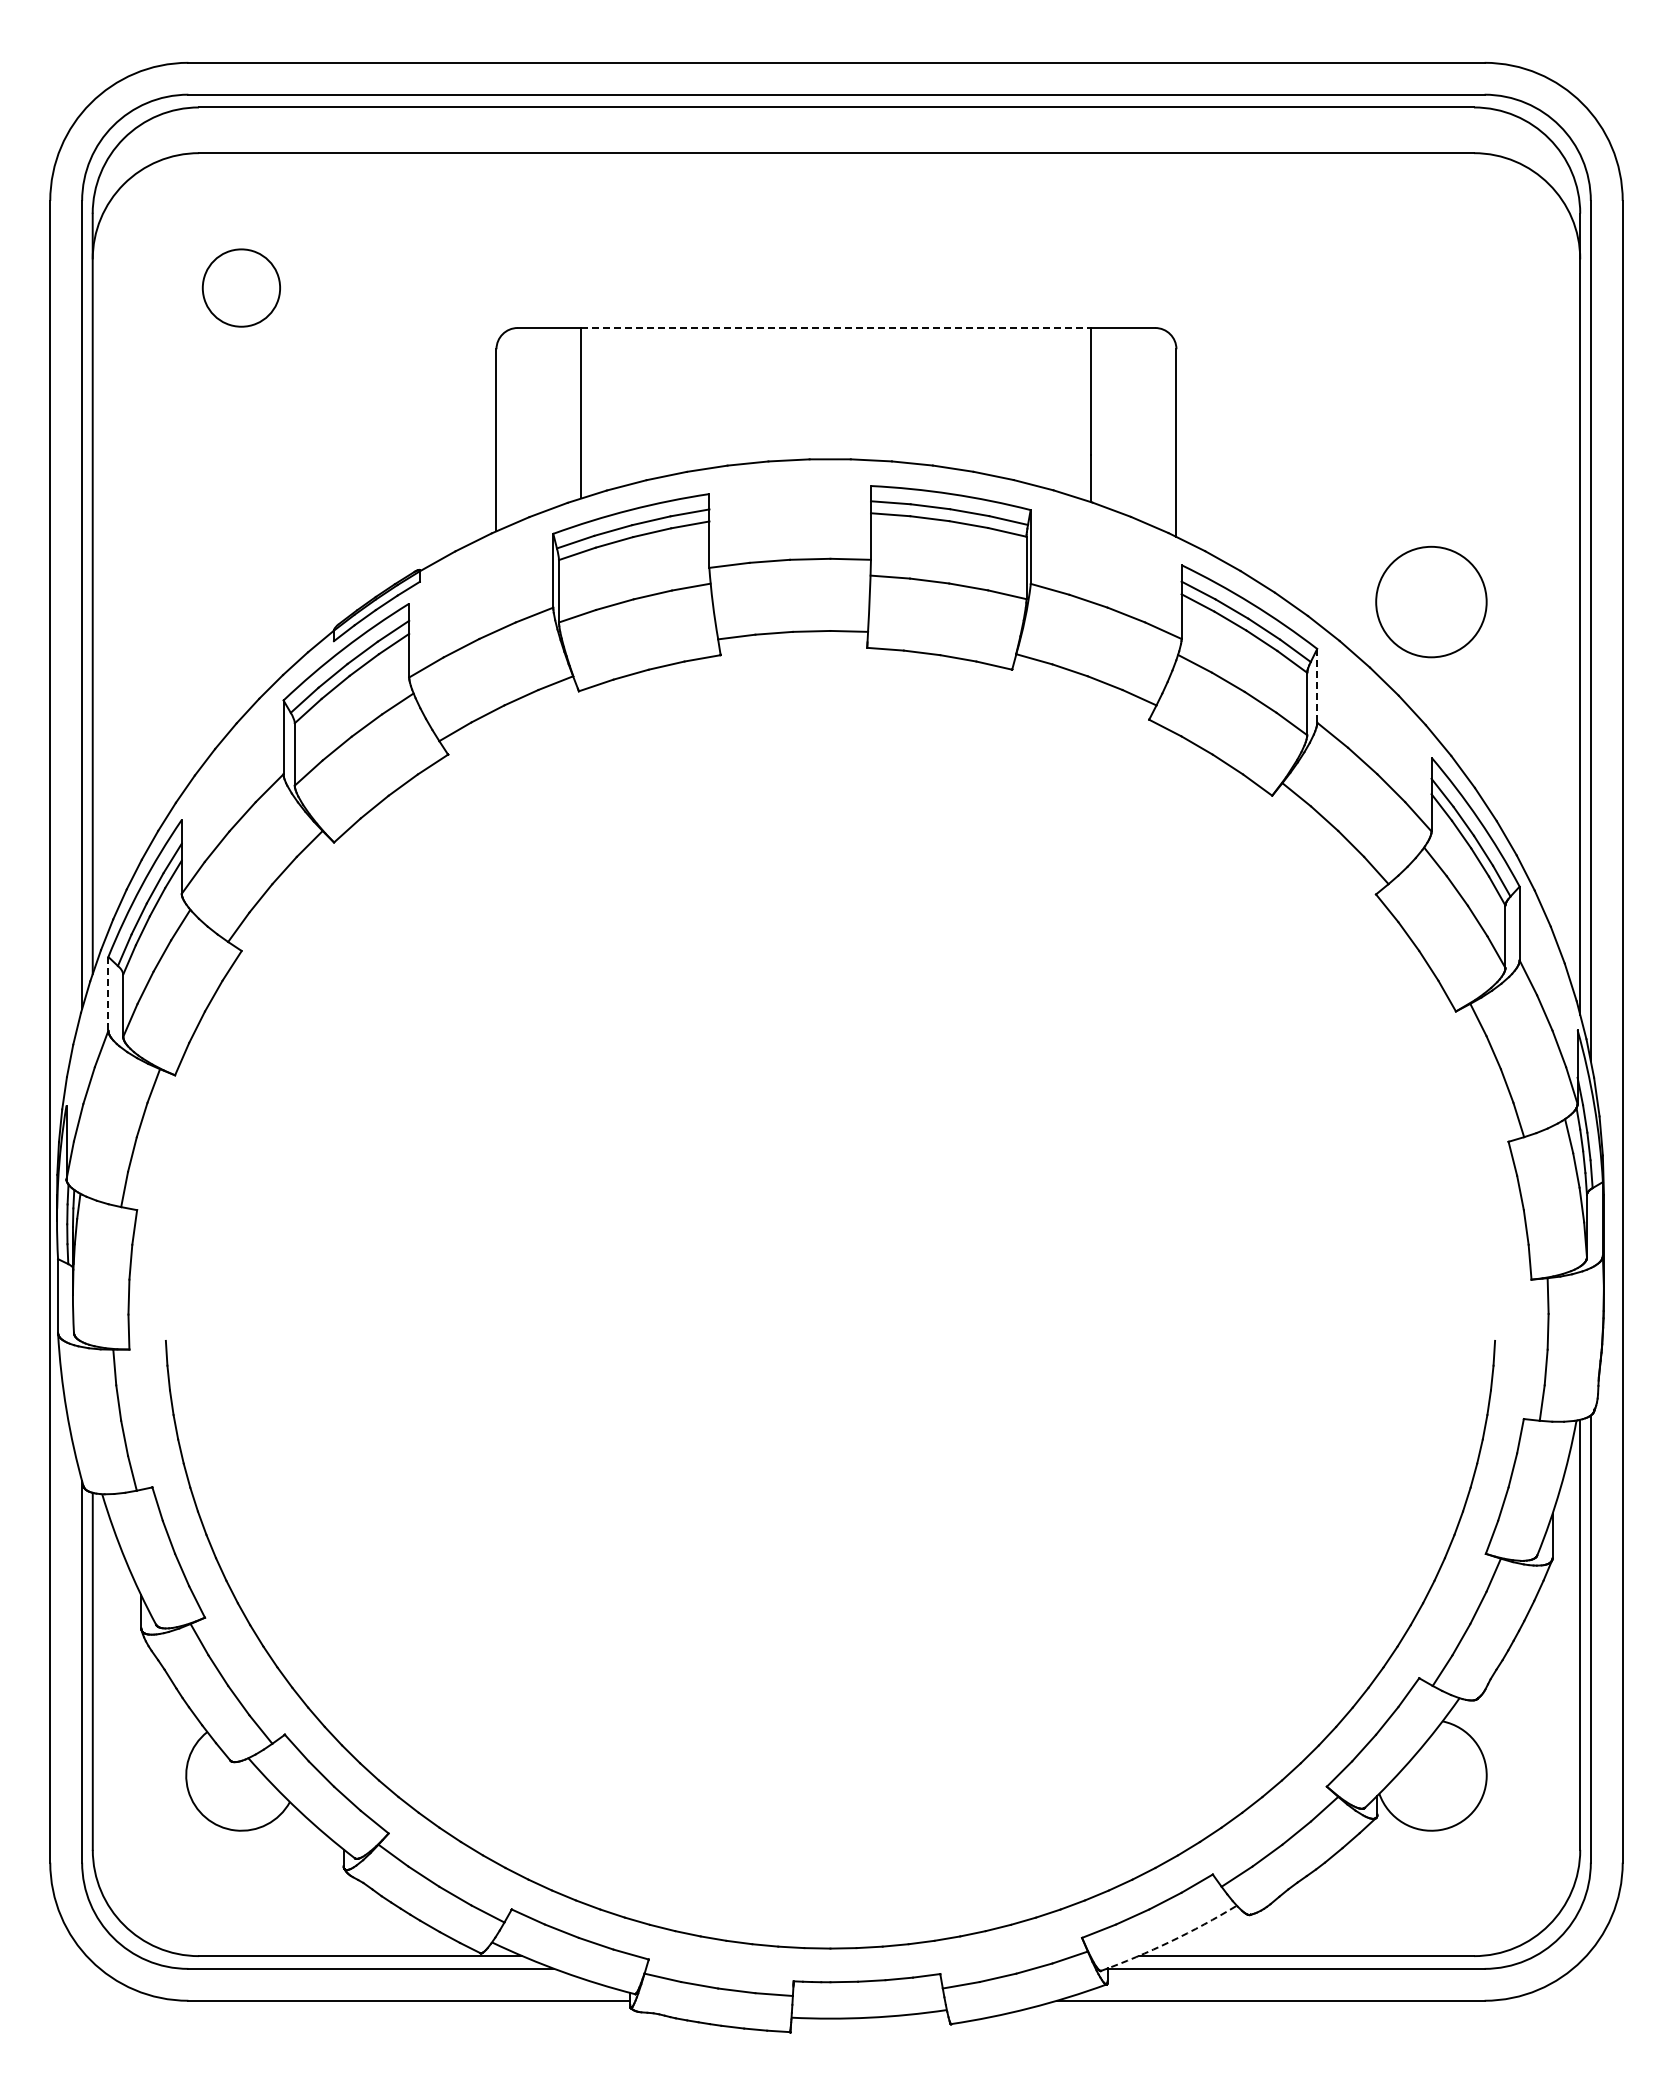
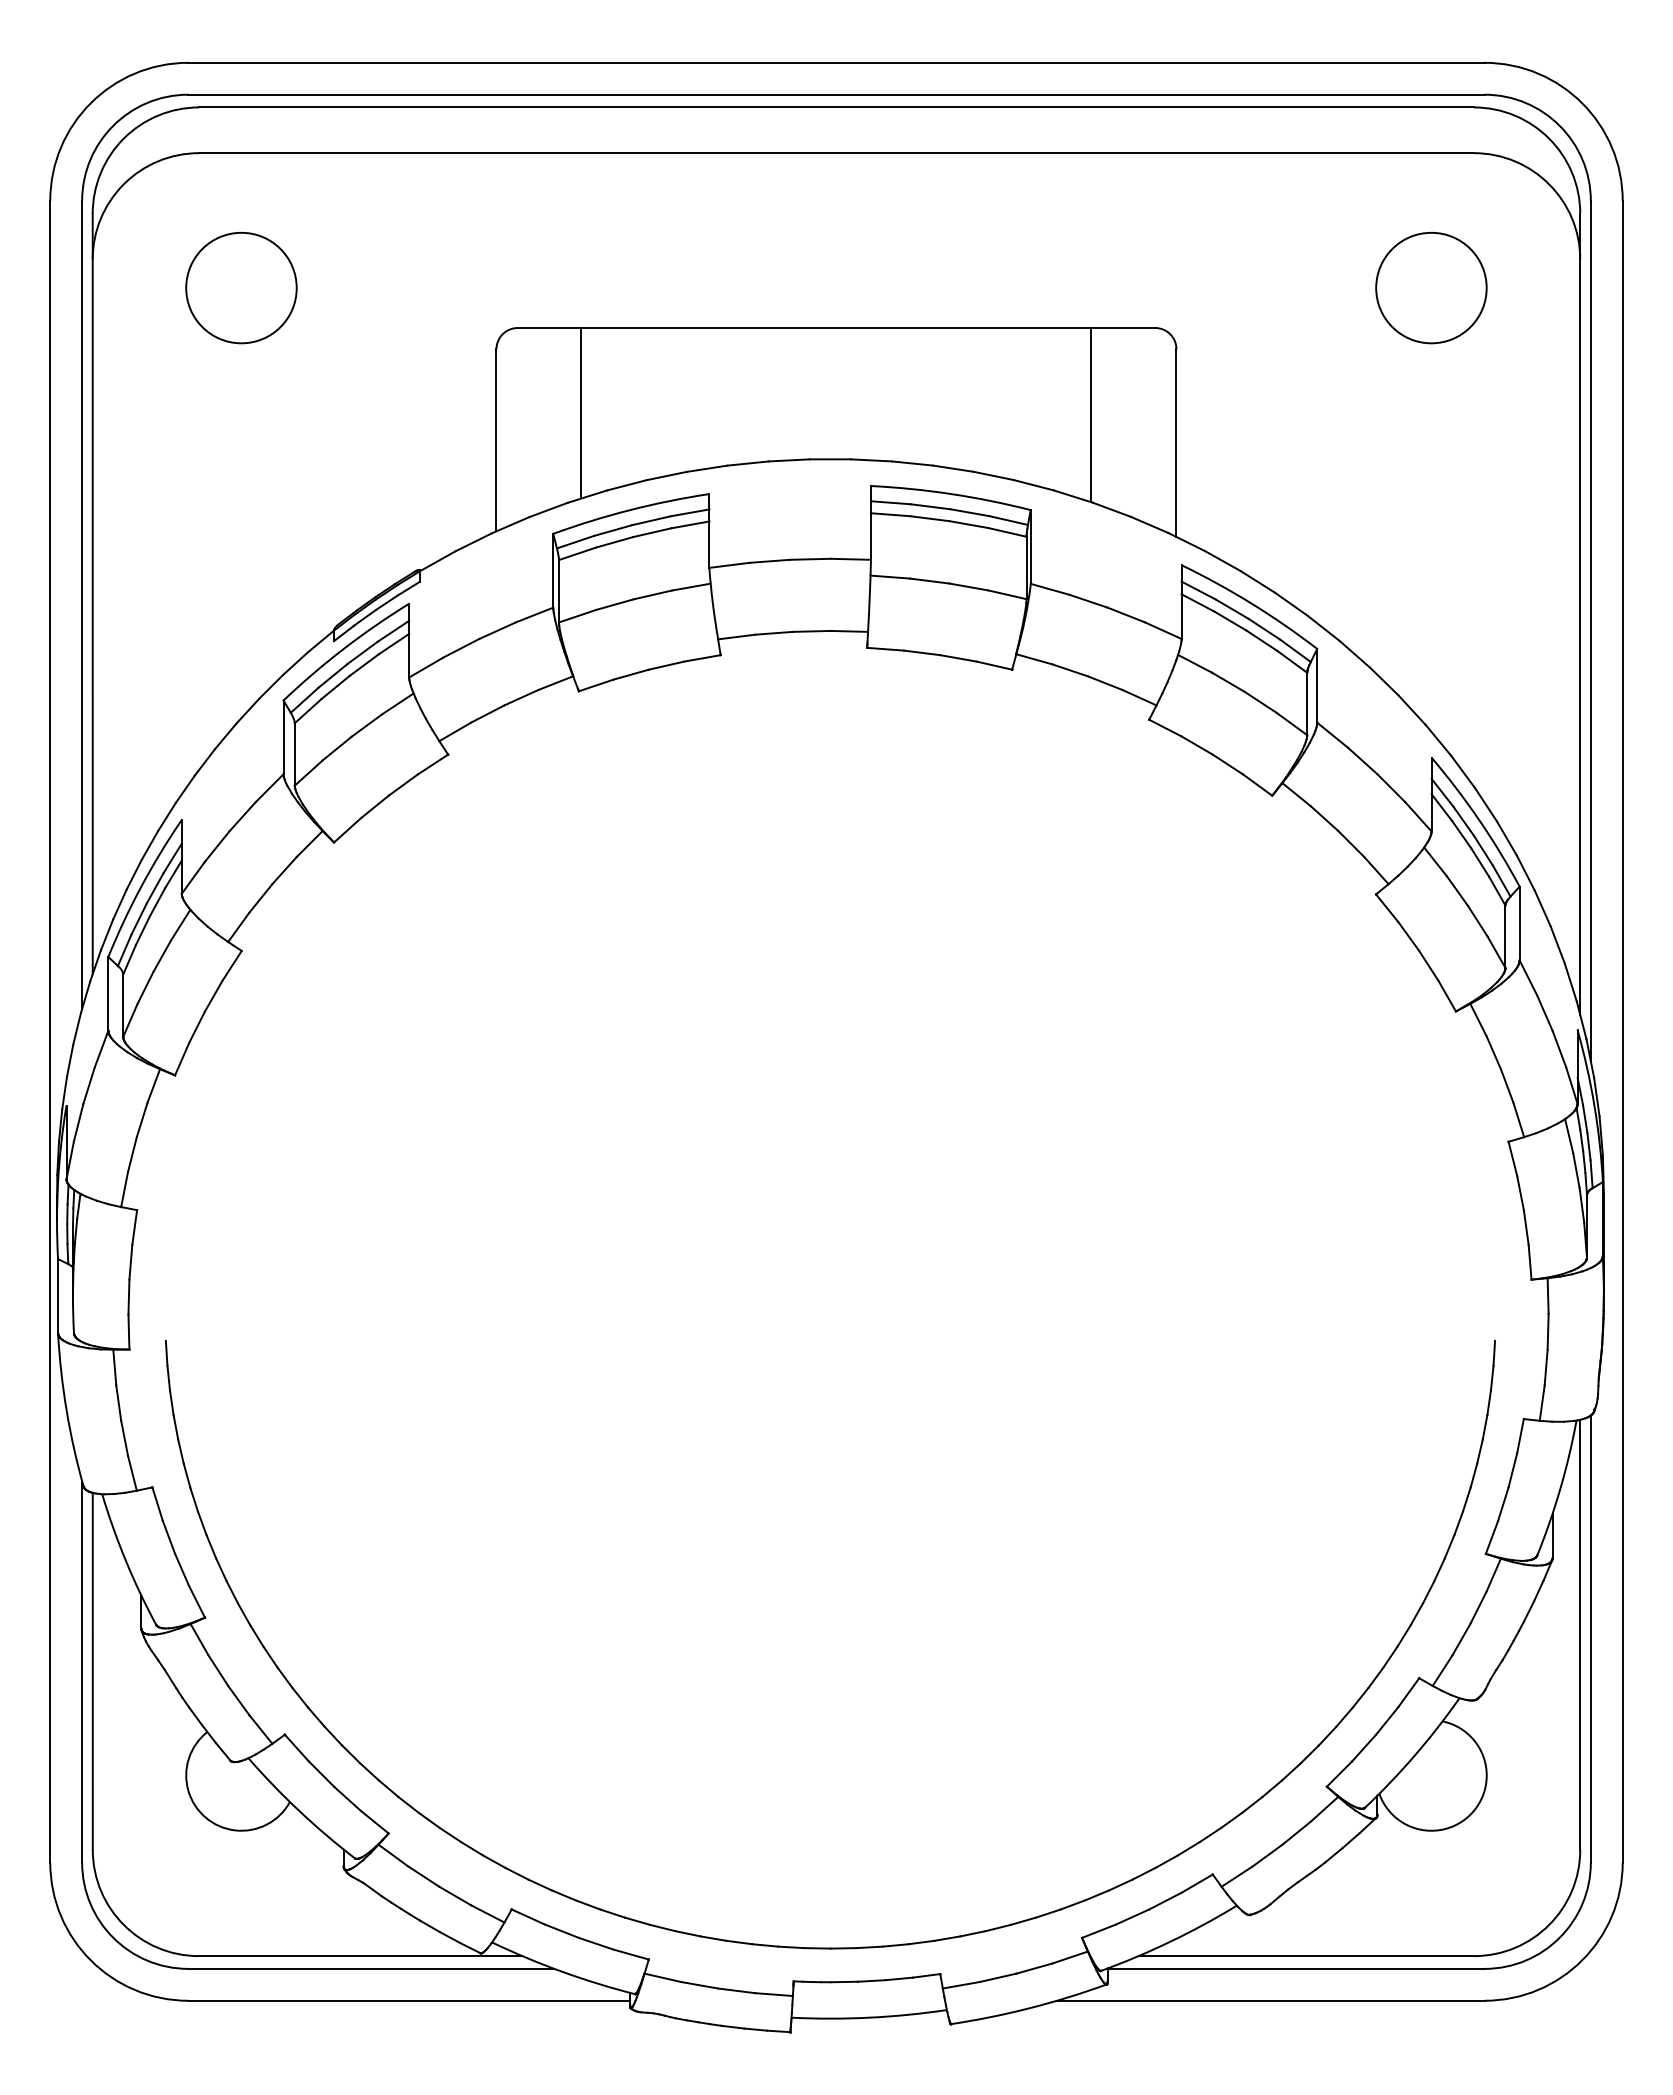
circle at (241, 287) diameter: 77 px -> 110 px
line at (836, 328): dashed -> solid
circle at (1431, 601) position: (1431, 601) -> (1431, 287)
line at (1317, 685): dashed -> solid
line at (108, 993): dashed -> solid
arc at (1170, 1941): dashed -> solid
